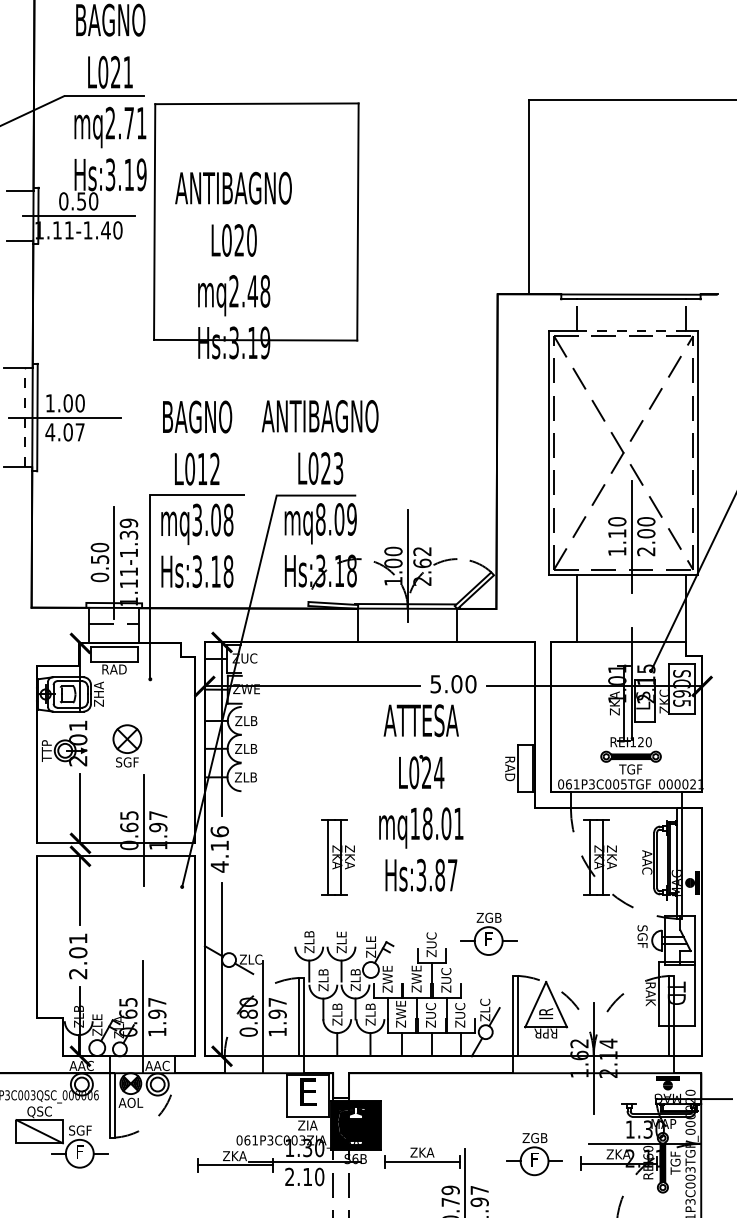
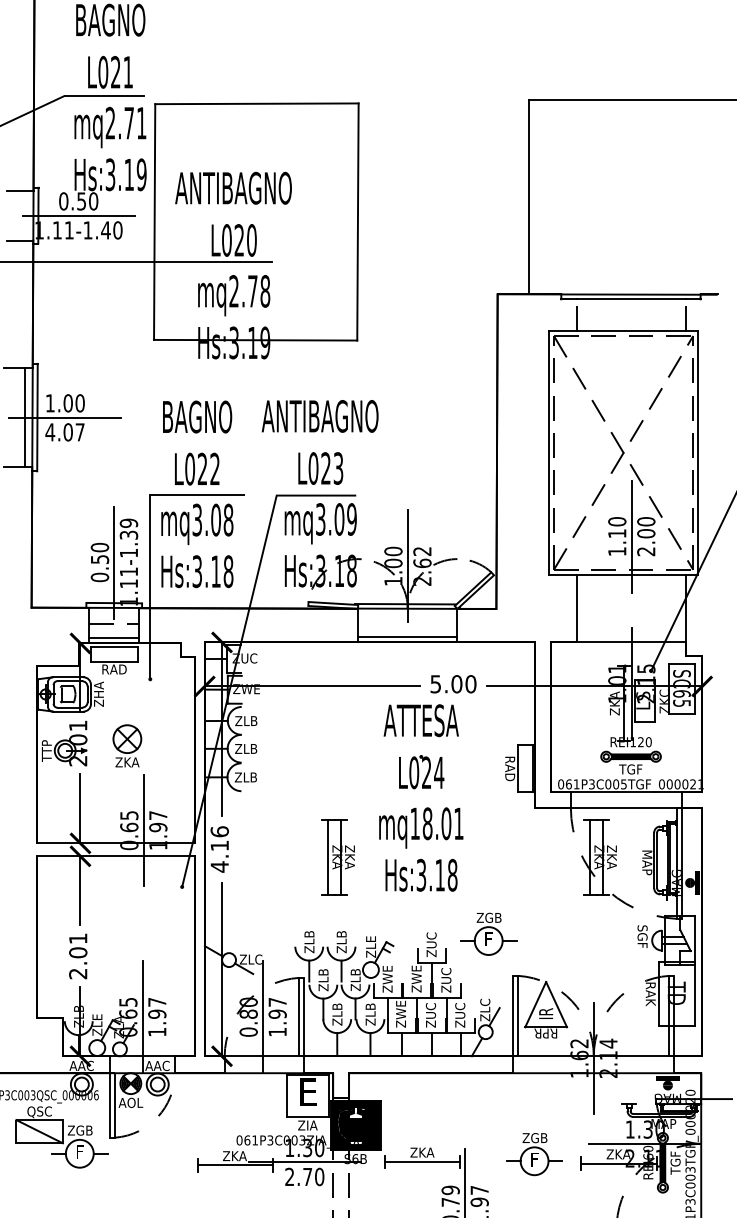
line at (137, 262): none -> present
text at (252, 291): mq2.48 -> mq2.78
line at (631, 331): dashed -> solid
line at (25, 417): dashed -> solid
text at (202, 468): L012 -> L022
text at (320, 519): mq8.09 -> mq3.09
line at (407, 637): none -> present
line at (114, 638): none -> present
text at (127, 762): SGF -> ZKA
text at (647, 862): AAC -> MAP
text at (446, 874): Hs:3.87 -> Hs:3.18
text at (341, 932): ZLE -> ZLB
text at (79, 1130): SGF -> ZGB
text at (307, 1176): 2.10 -> 2.70
